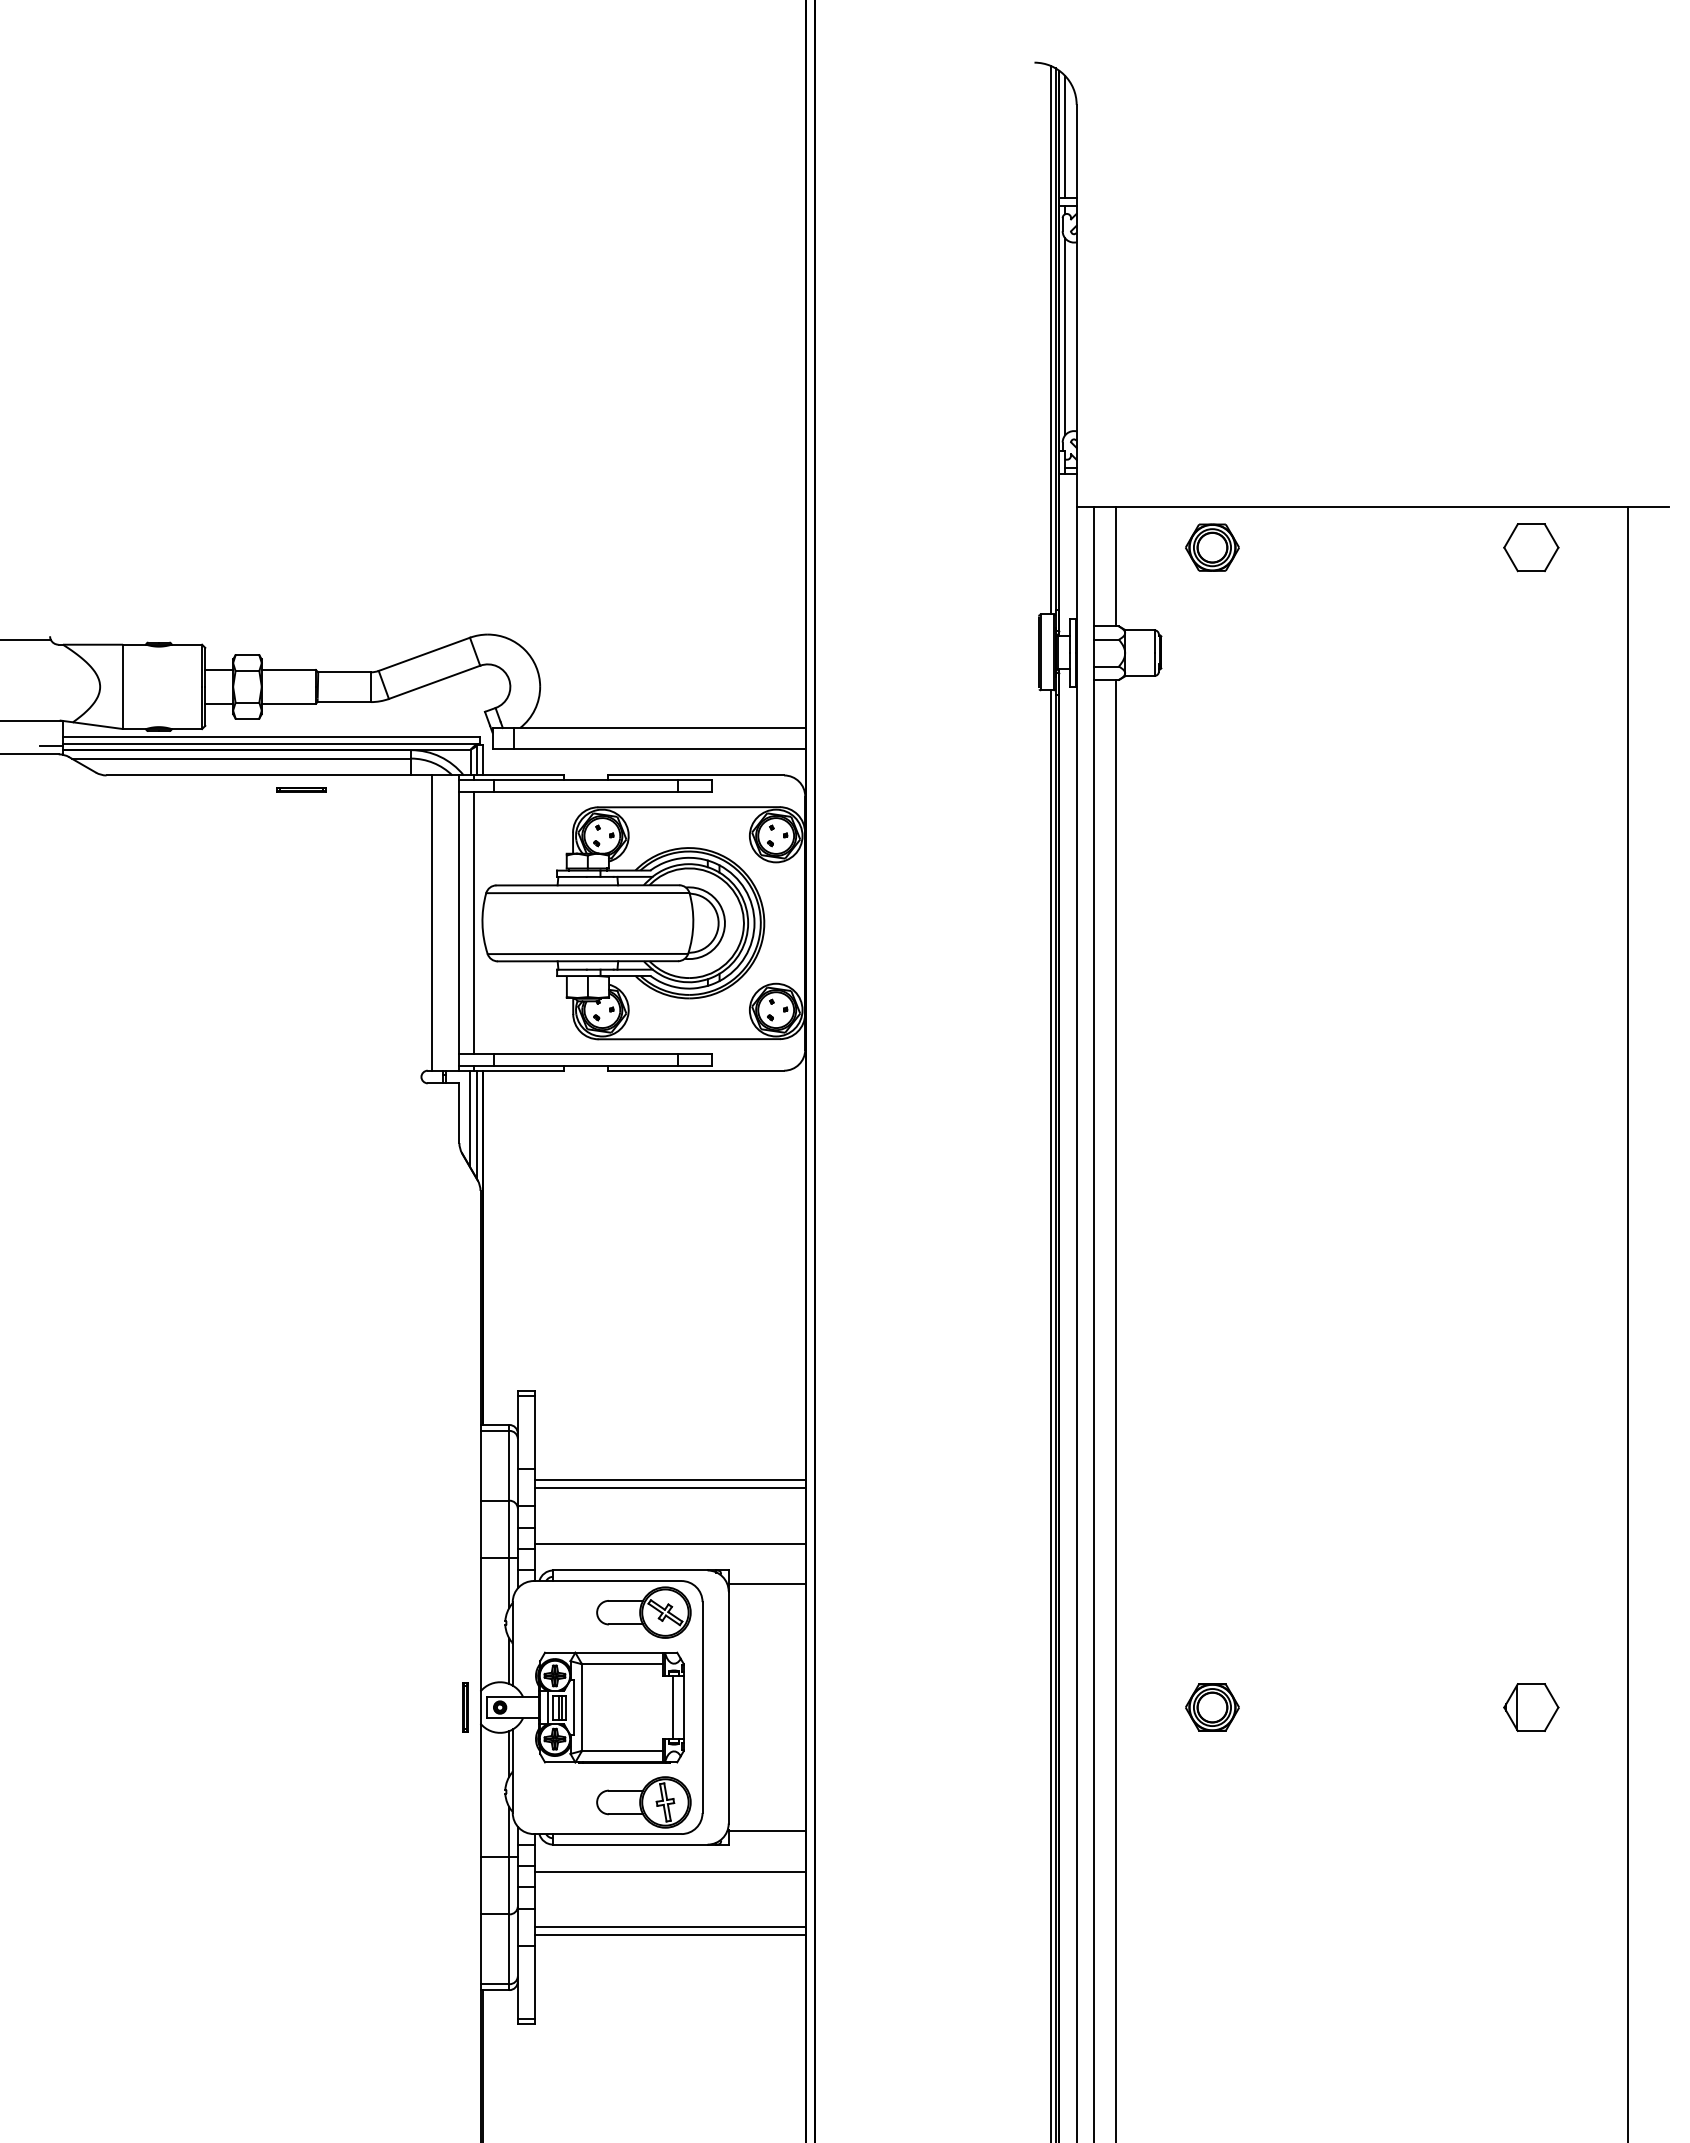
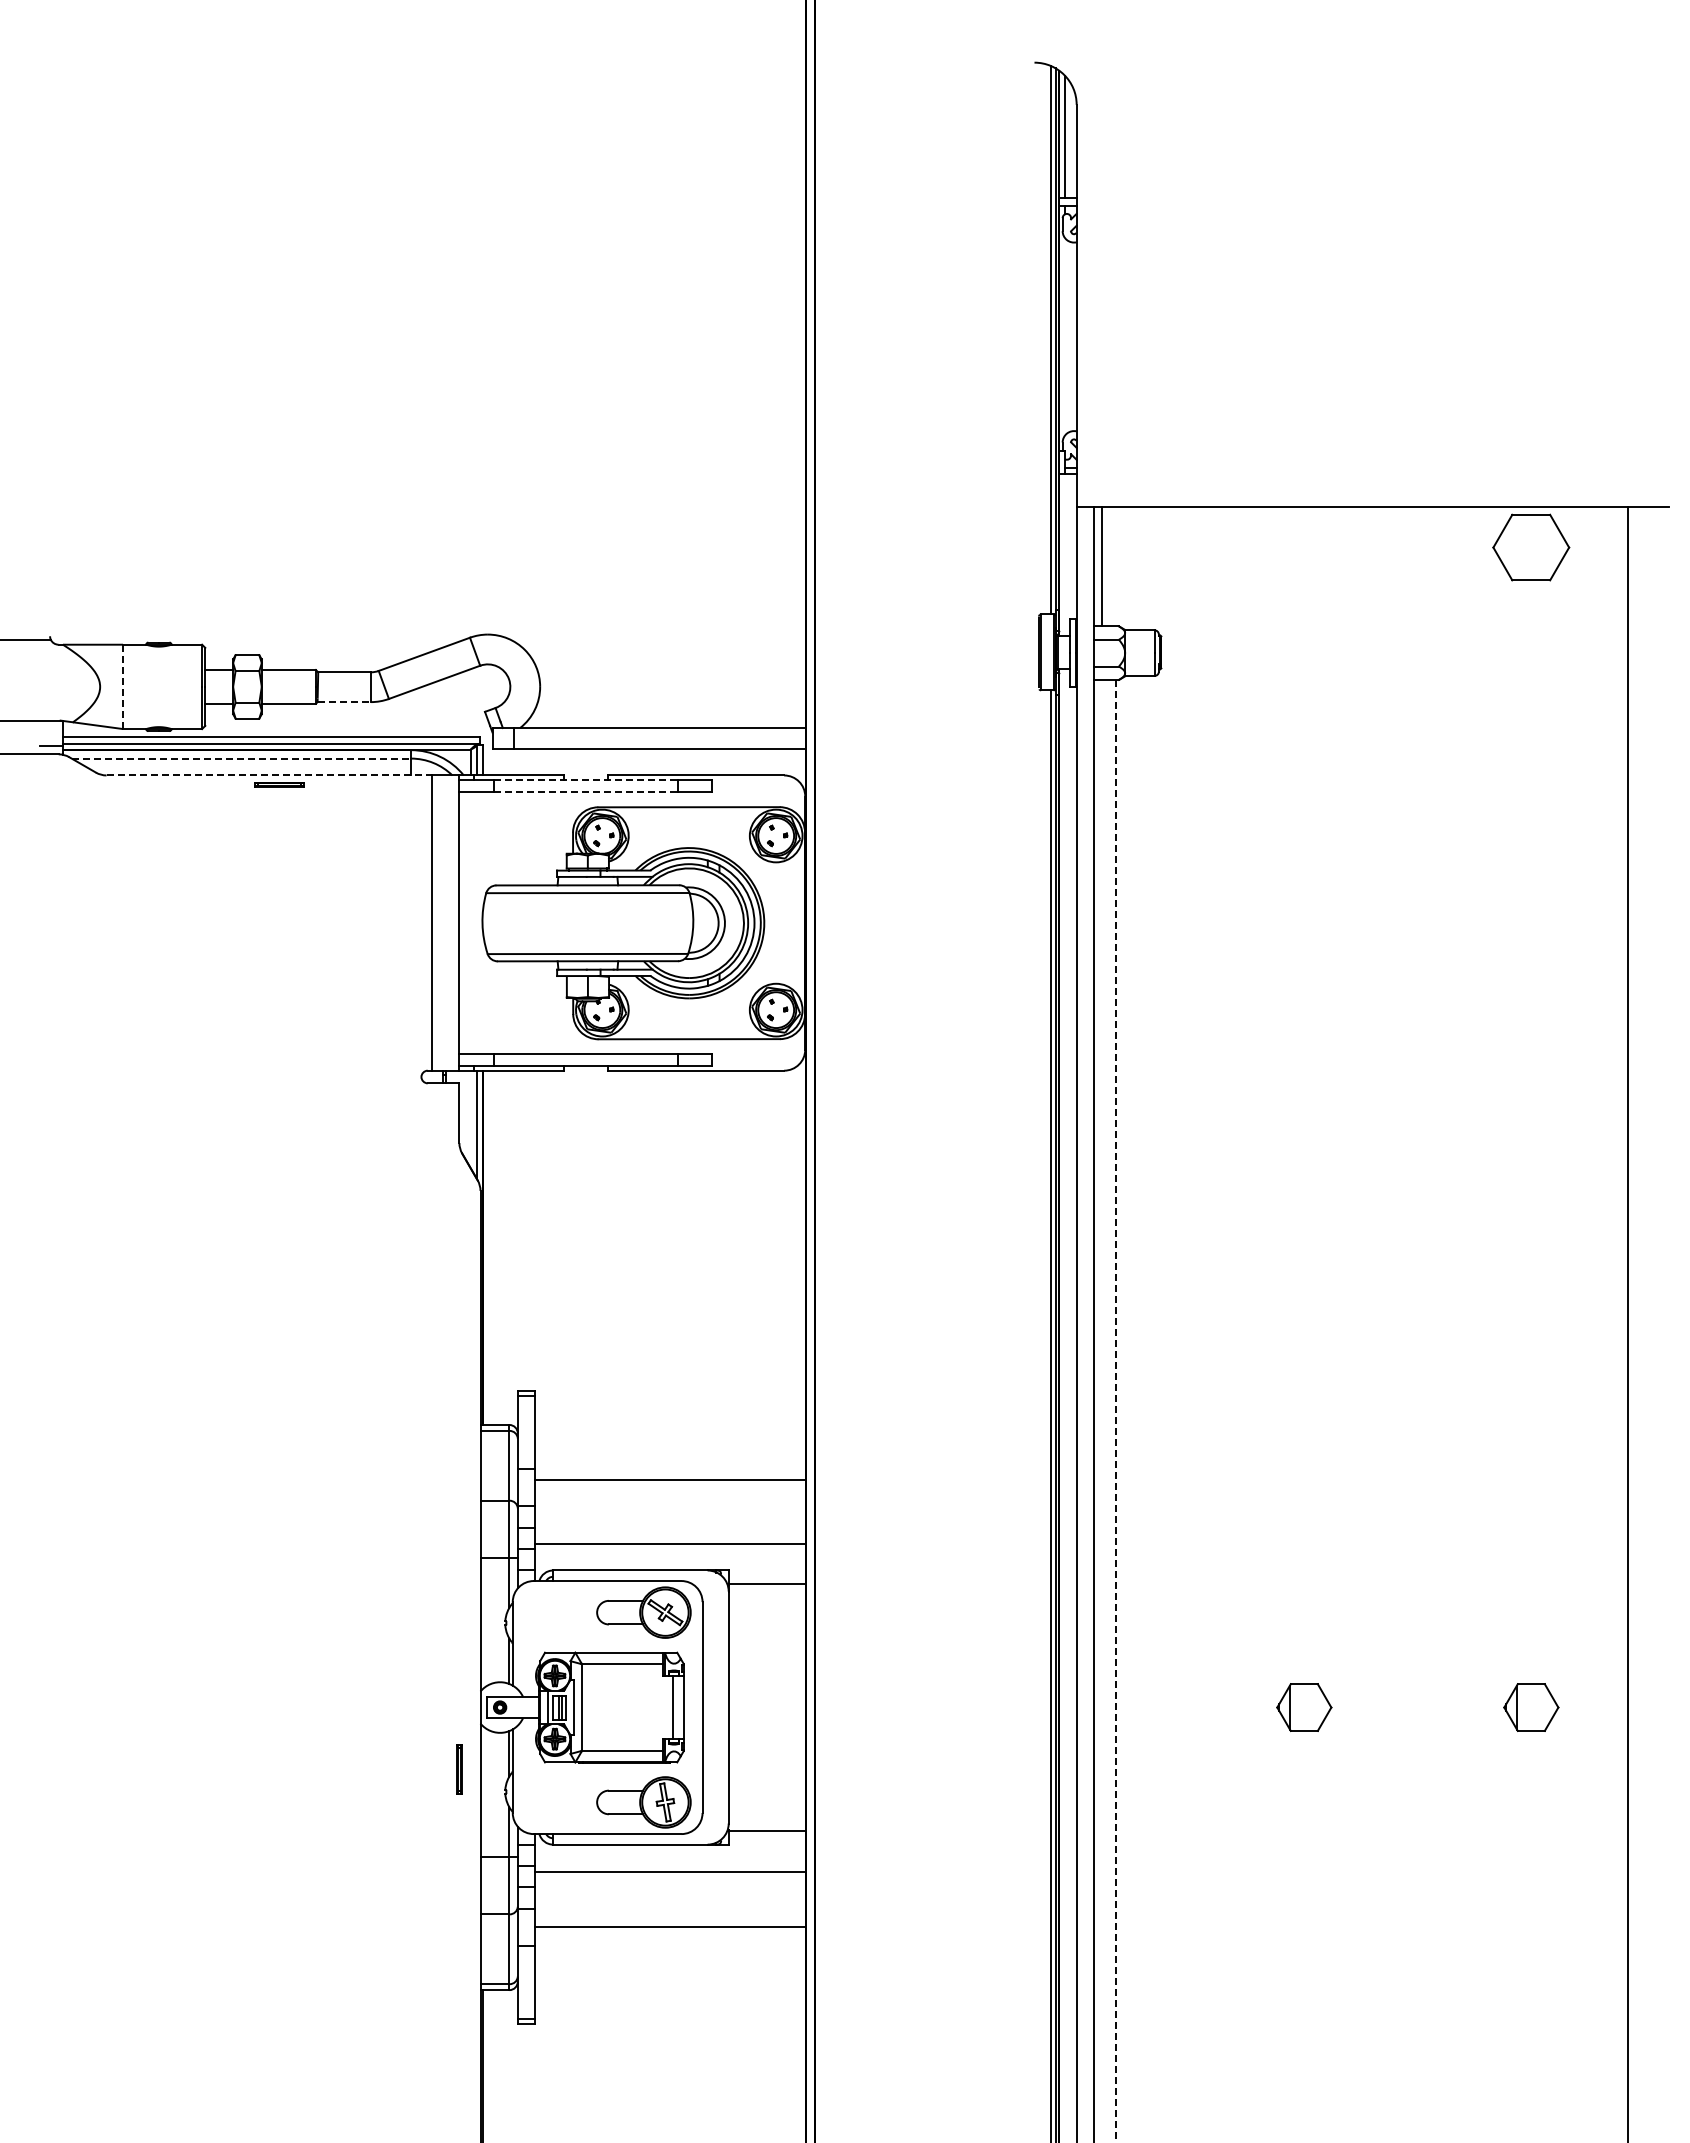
line at (1065, 336): present -> none
part at (1212, 547): present -> none
part at (1531, 547) size: 57x50 px -> 79x69 px
line at (1115, 566) position: (1115, 566) -> (1101, 566)
line at (123, 686): solid -> dashed
line at (344, 702): solid -> dashed
line at (241, 758): solid -> dashed
line at (269, 775): solid -> dashed
line at (586, 779): solid -> dashed
part at (301, 789) position: (301, 789) -> (279, 784)
line at (586, 792): solid -> dashed
line at (474, 922): present -> none
line at (470, 1118): present -> none
line at (1115, 1411): solid -> dashed
line at (669, 1488): present -> none
part at (465, 1707) position: (465, 1707) -> (459, 1769)
part at (1212, 1707): present -> none
part at (1304, 1707): none -> present
line at (669, 1935): present -> none
